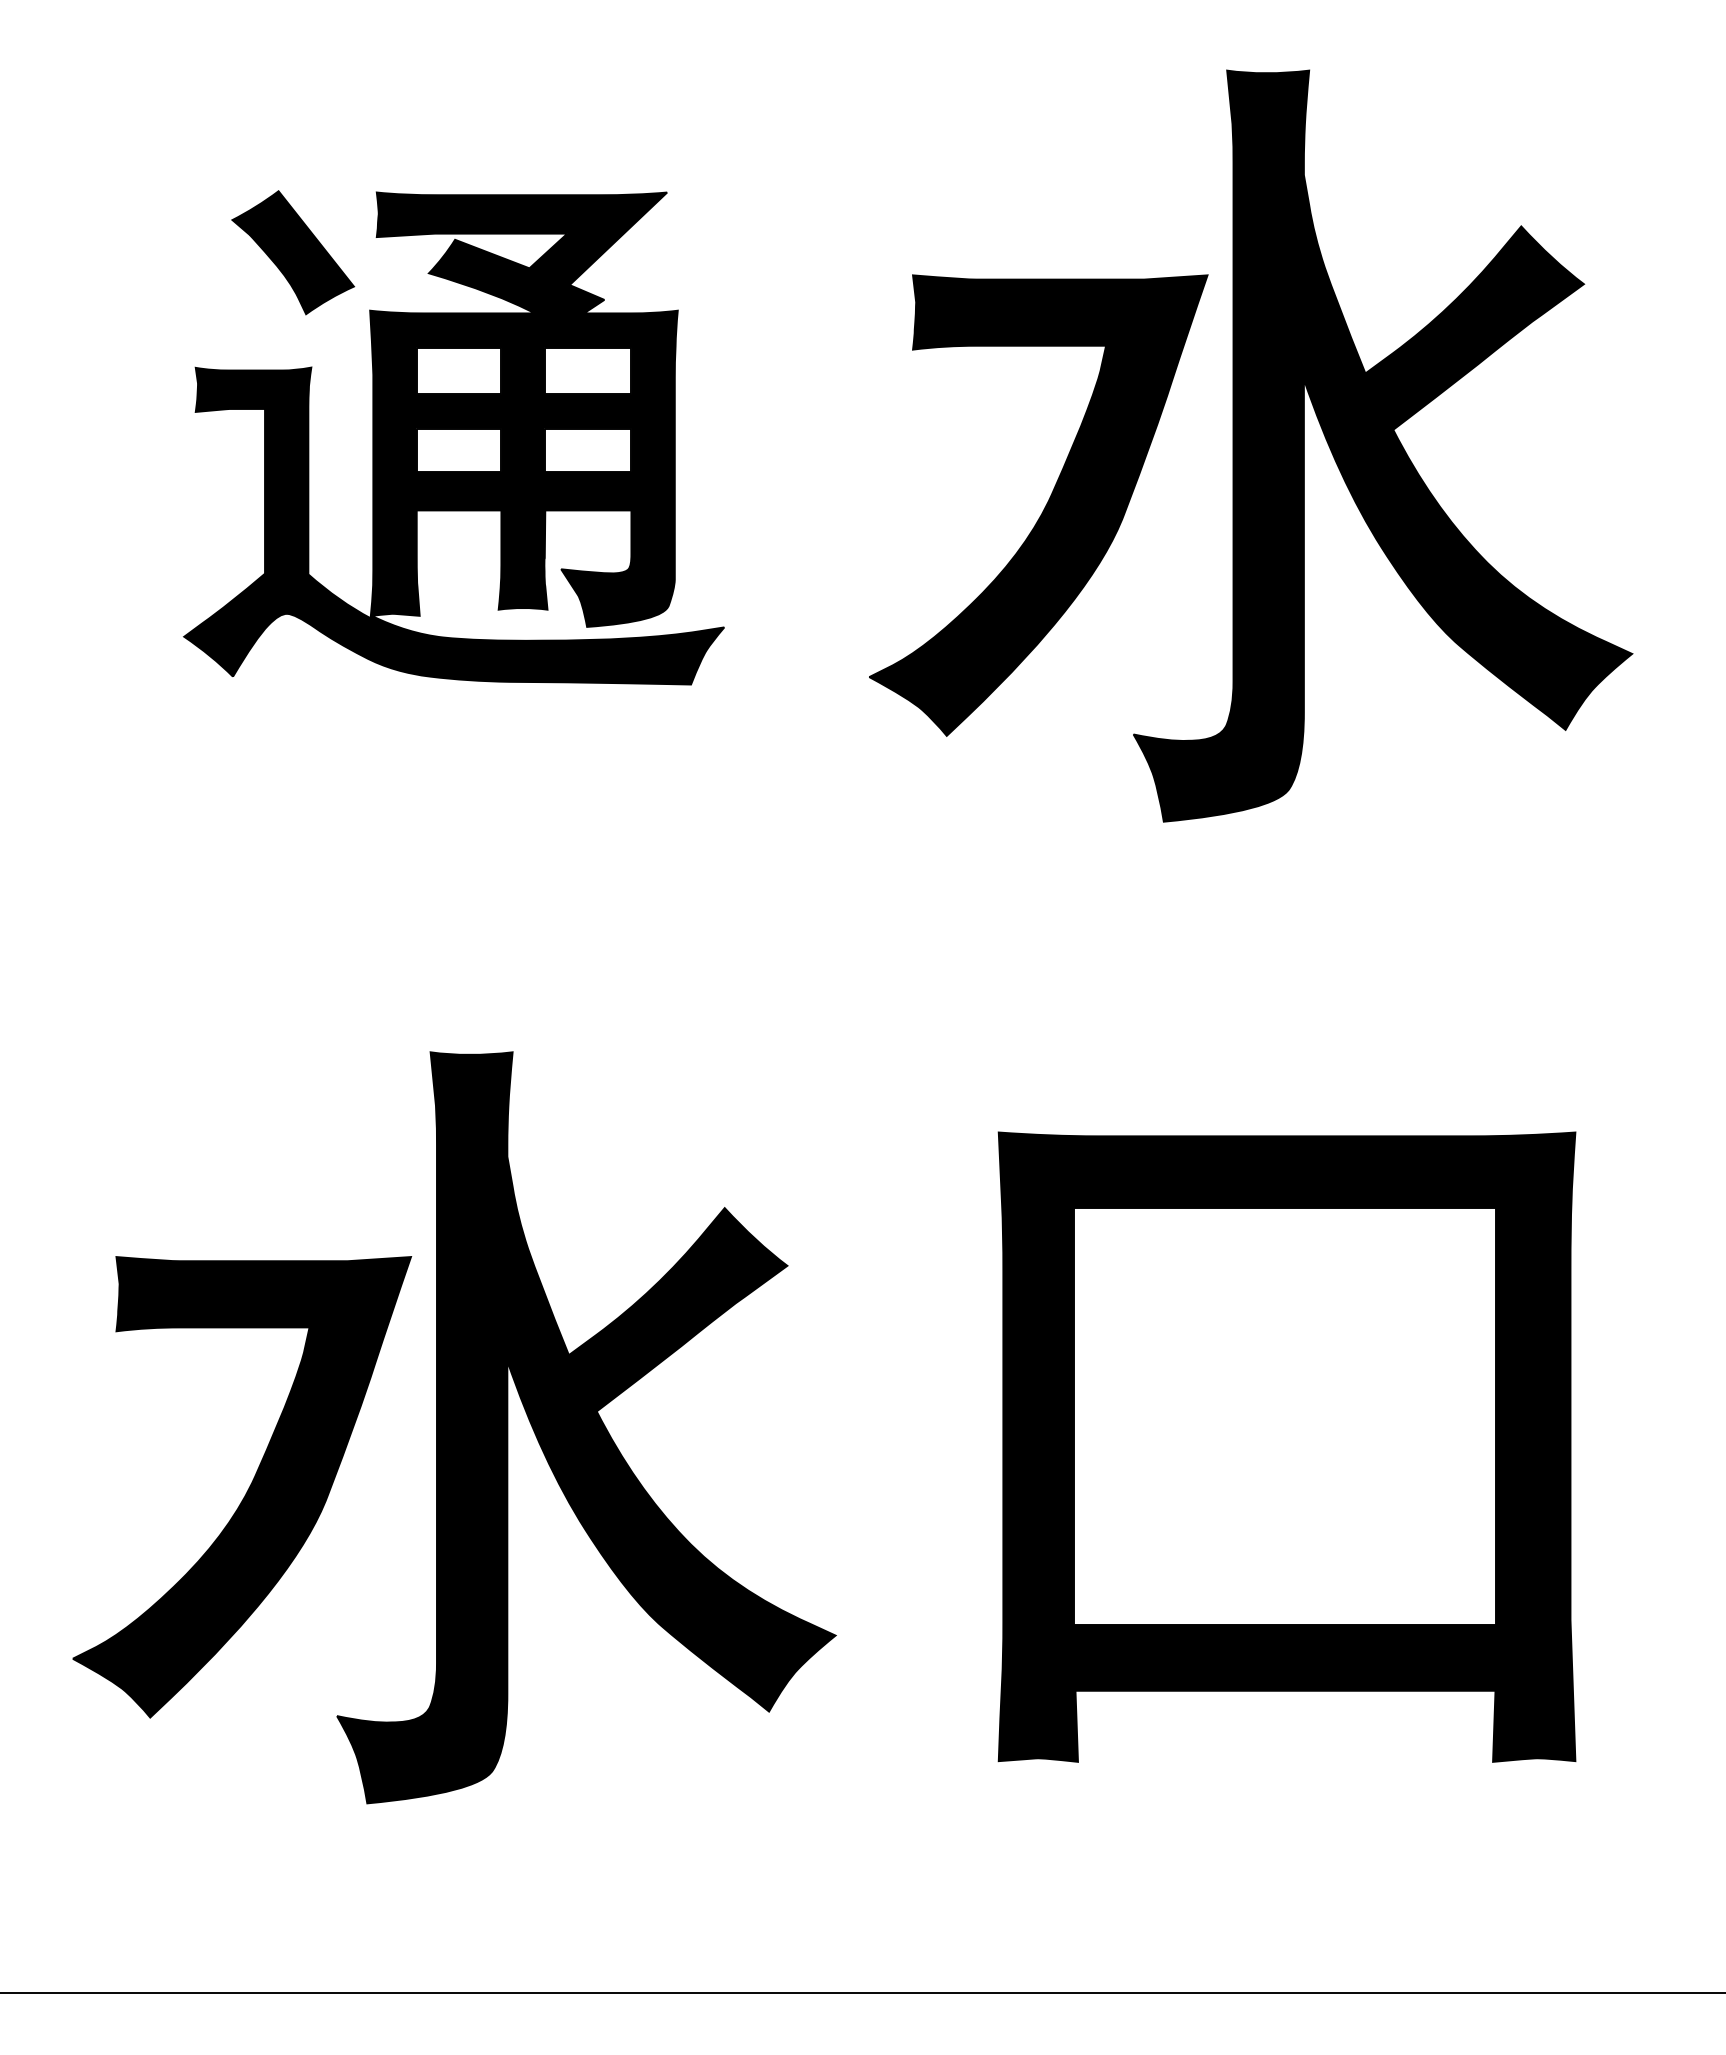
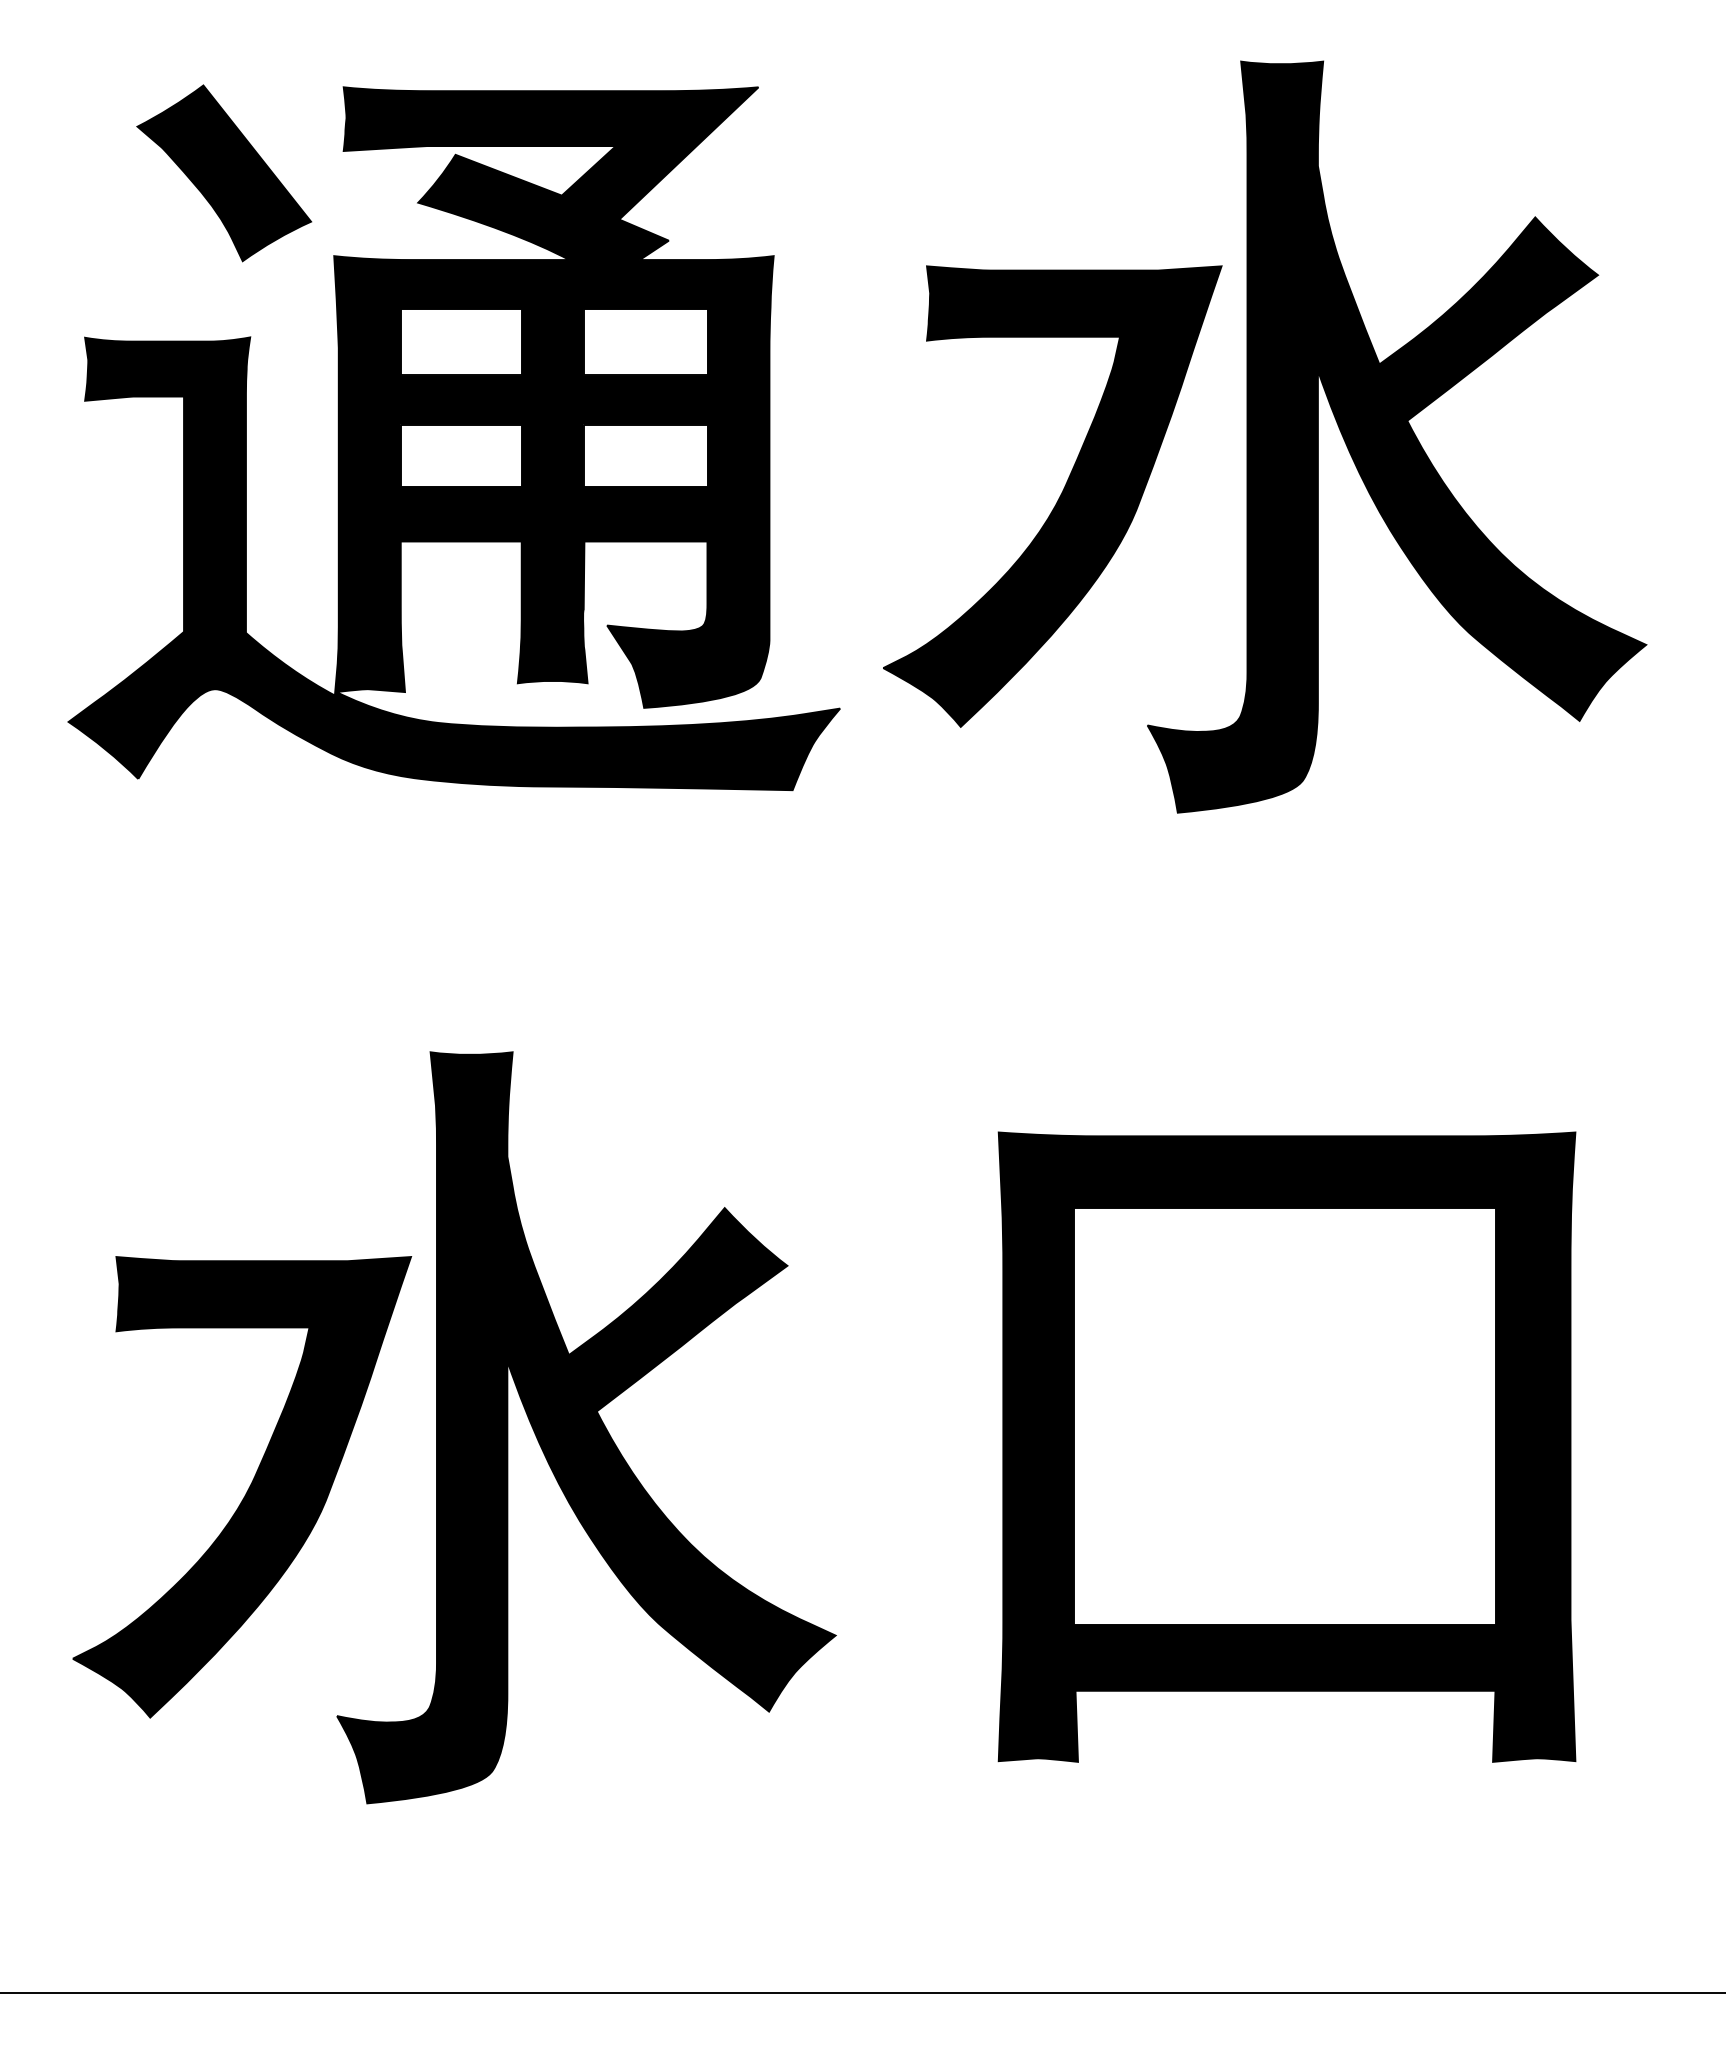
part at (453, 437) size: 542x496 px -> 774x708 px
part at (1251, 445) position: (1251, 445) -> (1265, 436)
